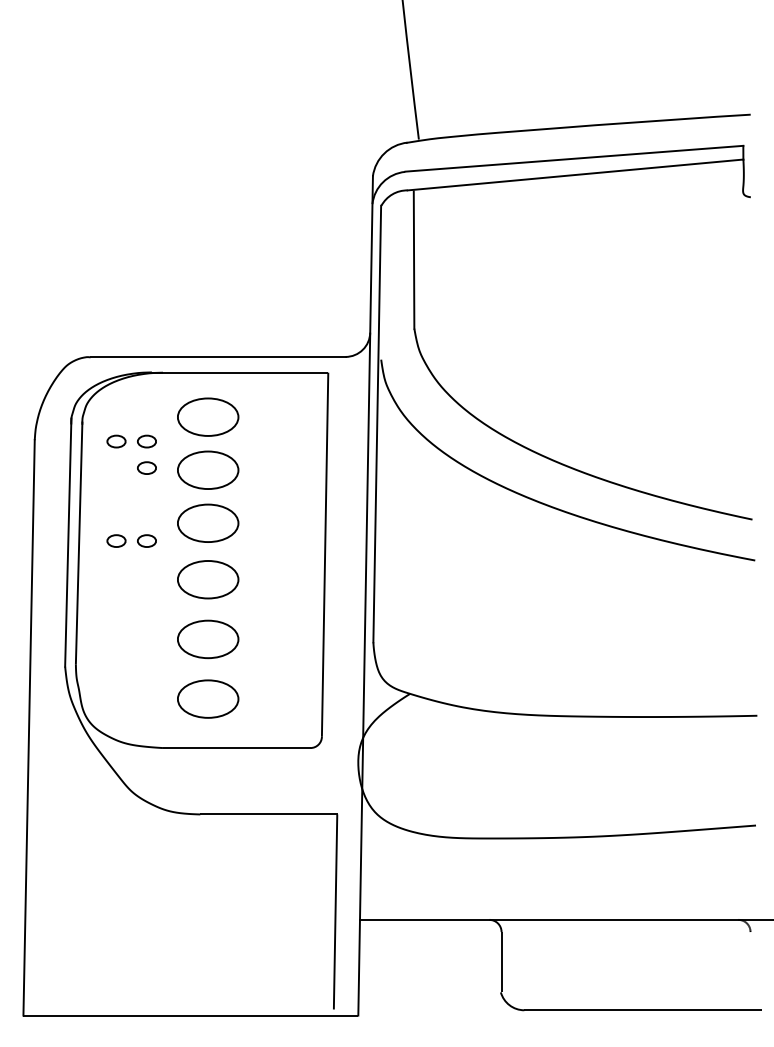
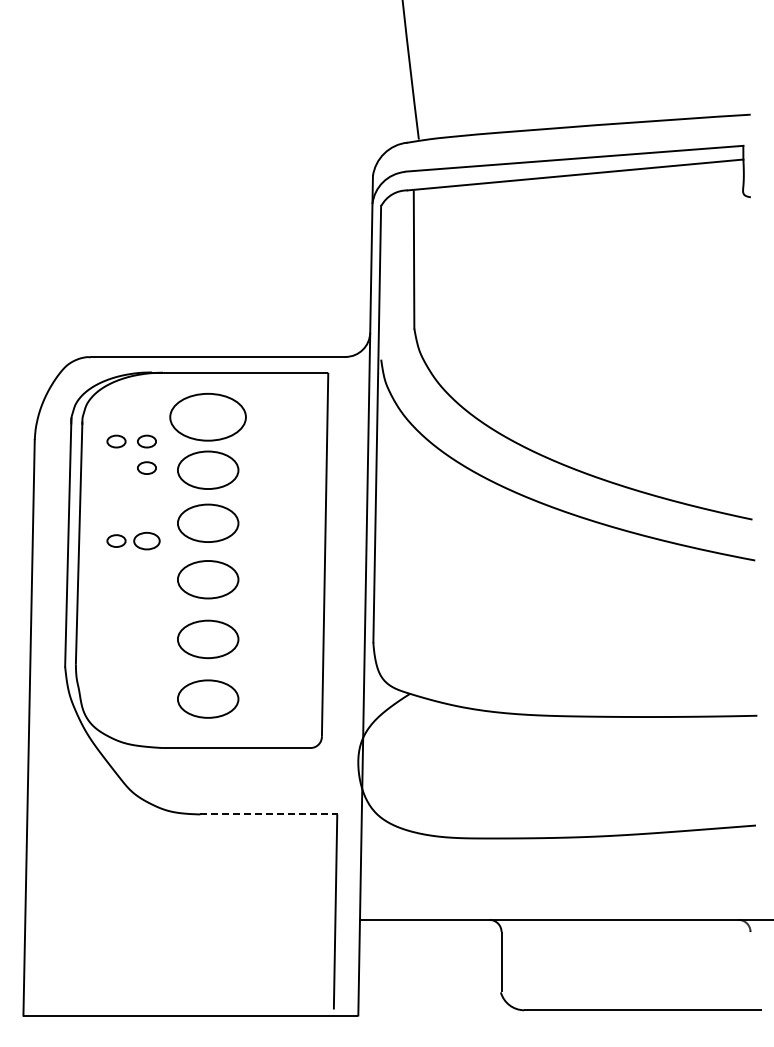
part at (208, 416) size: 63x40 px -> 78x49 px
part at (146, 540) size: 20x14 px -> 28x19 px
line at (268, 814): solid -> dashed
